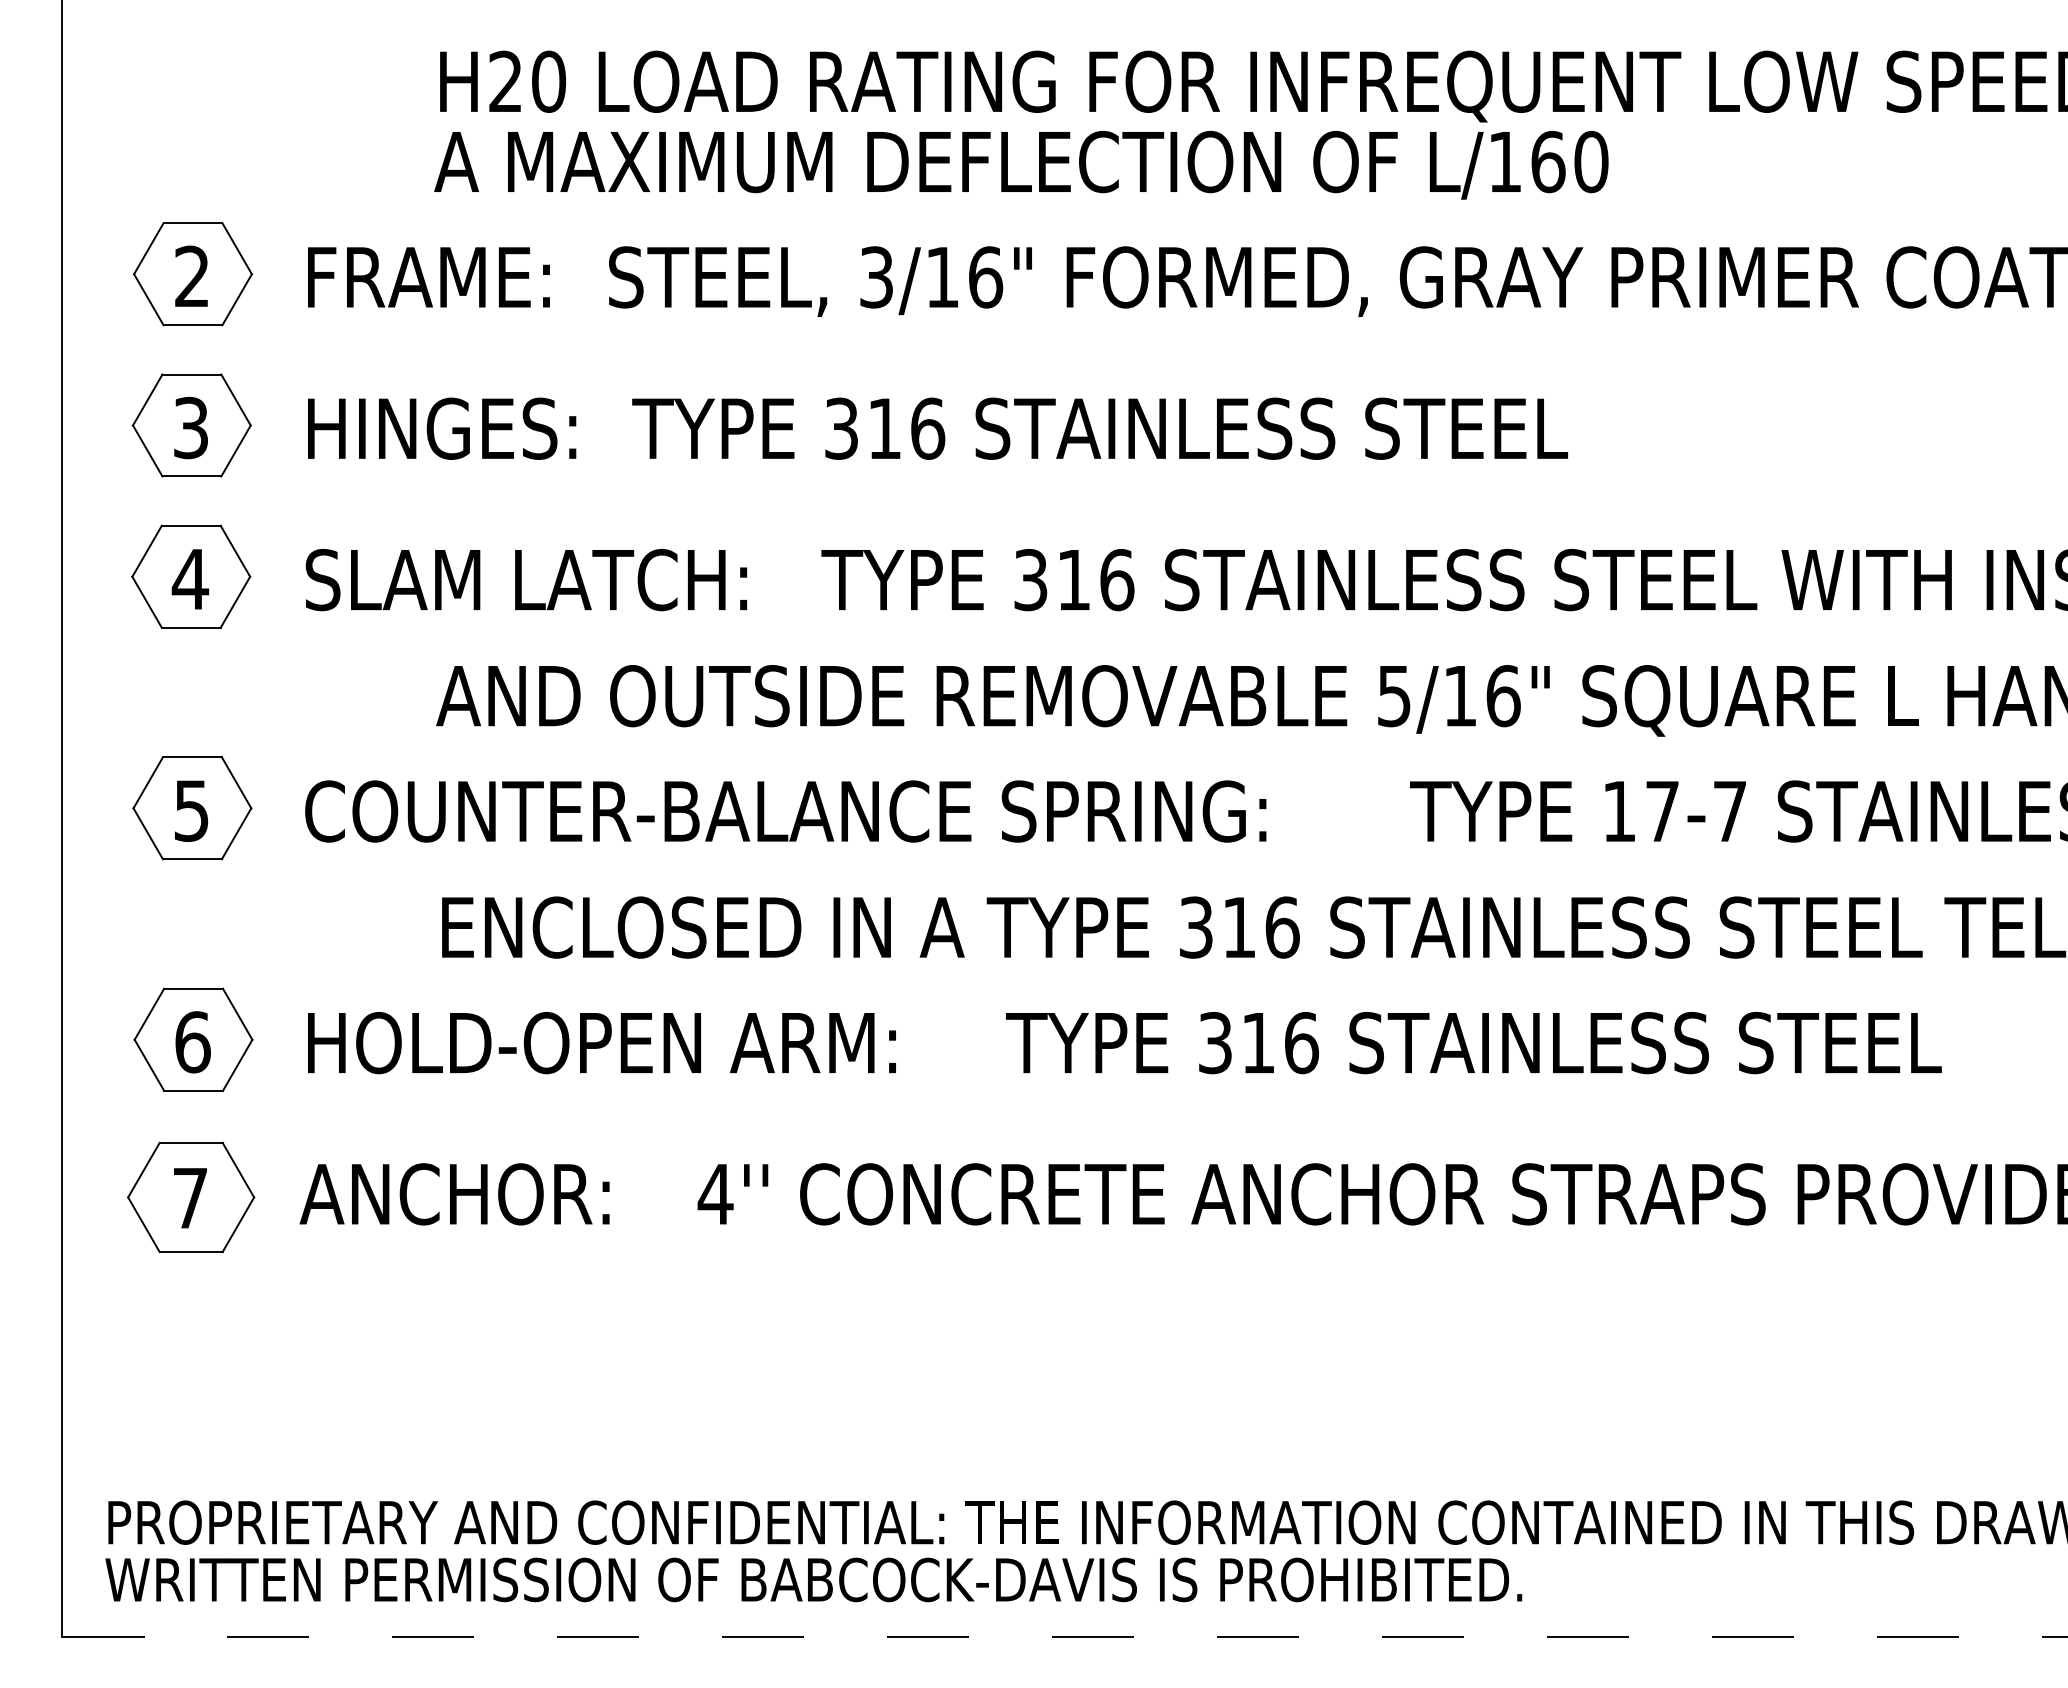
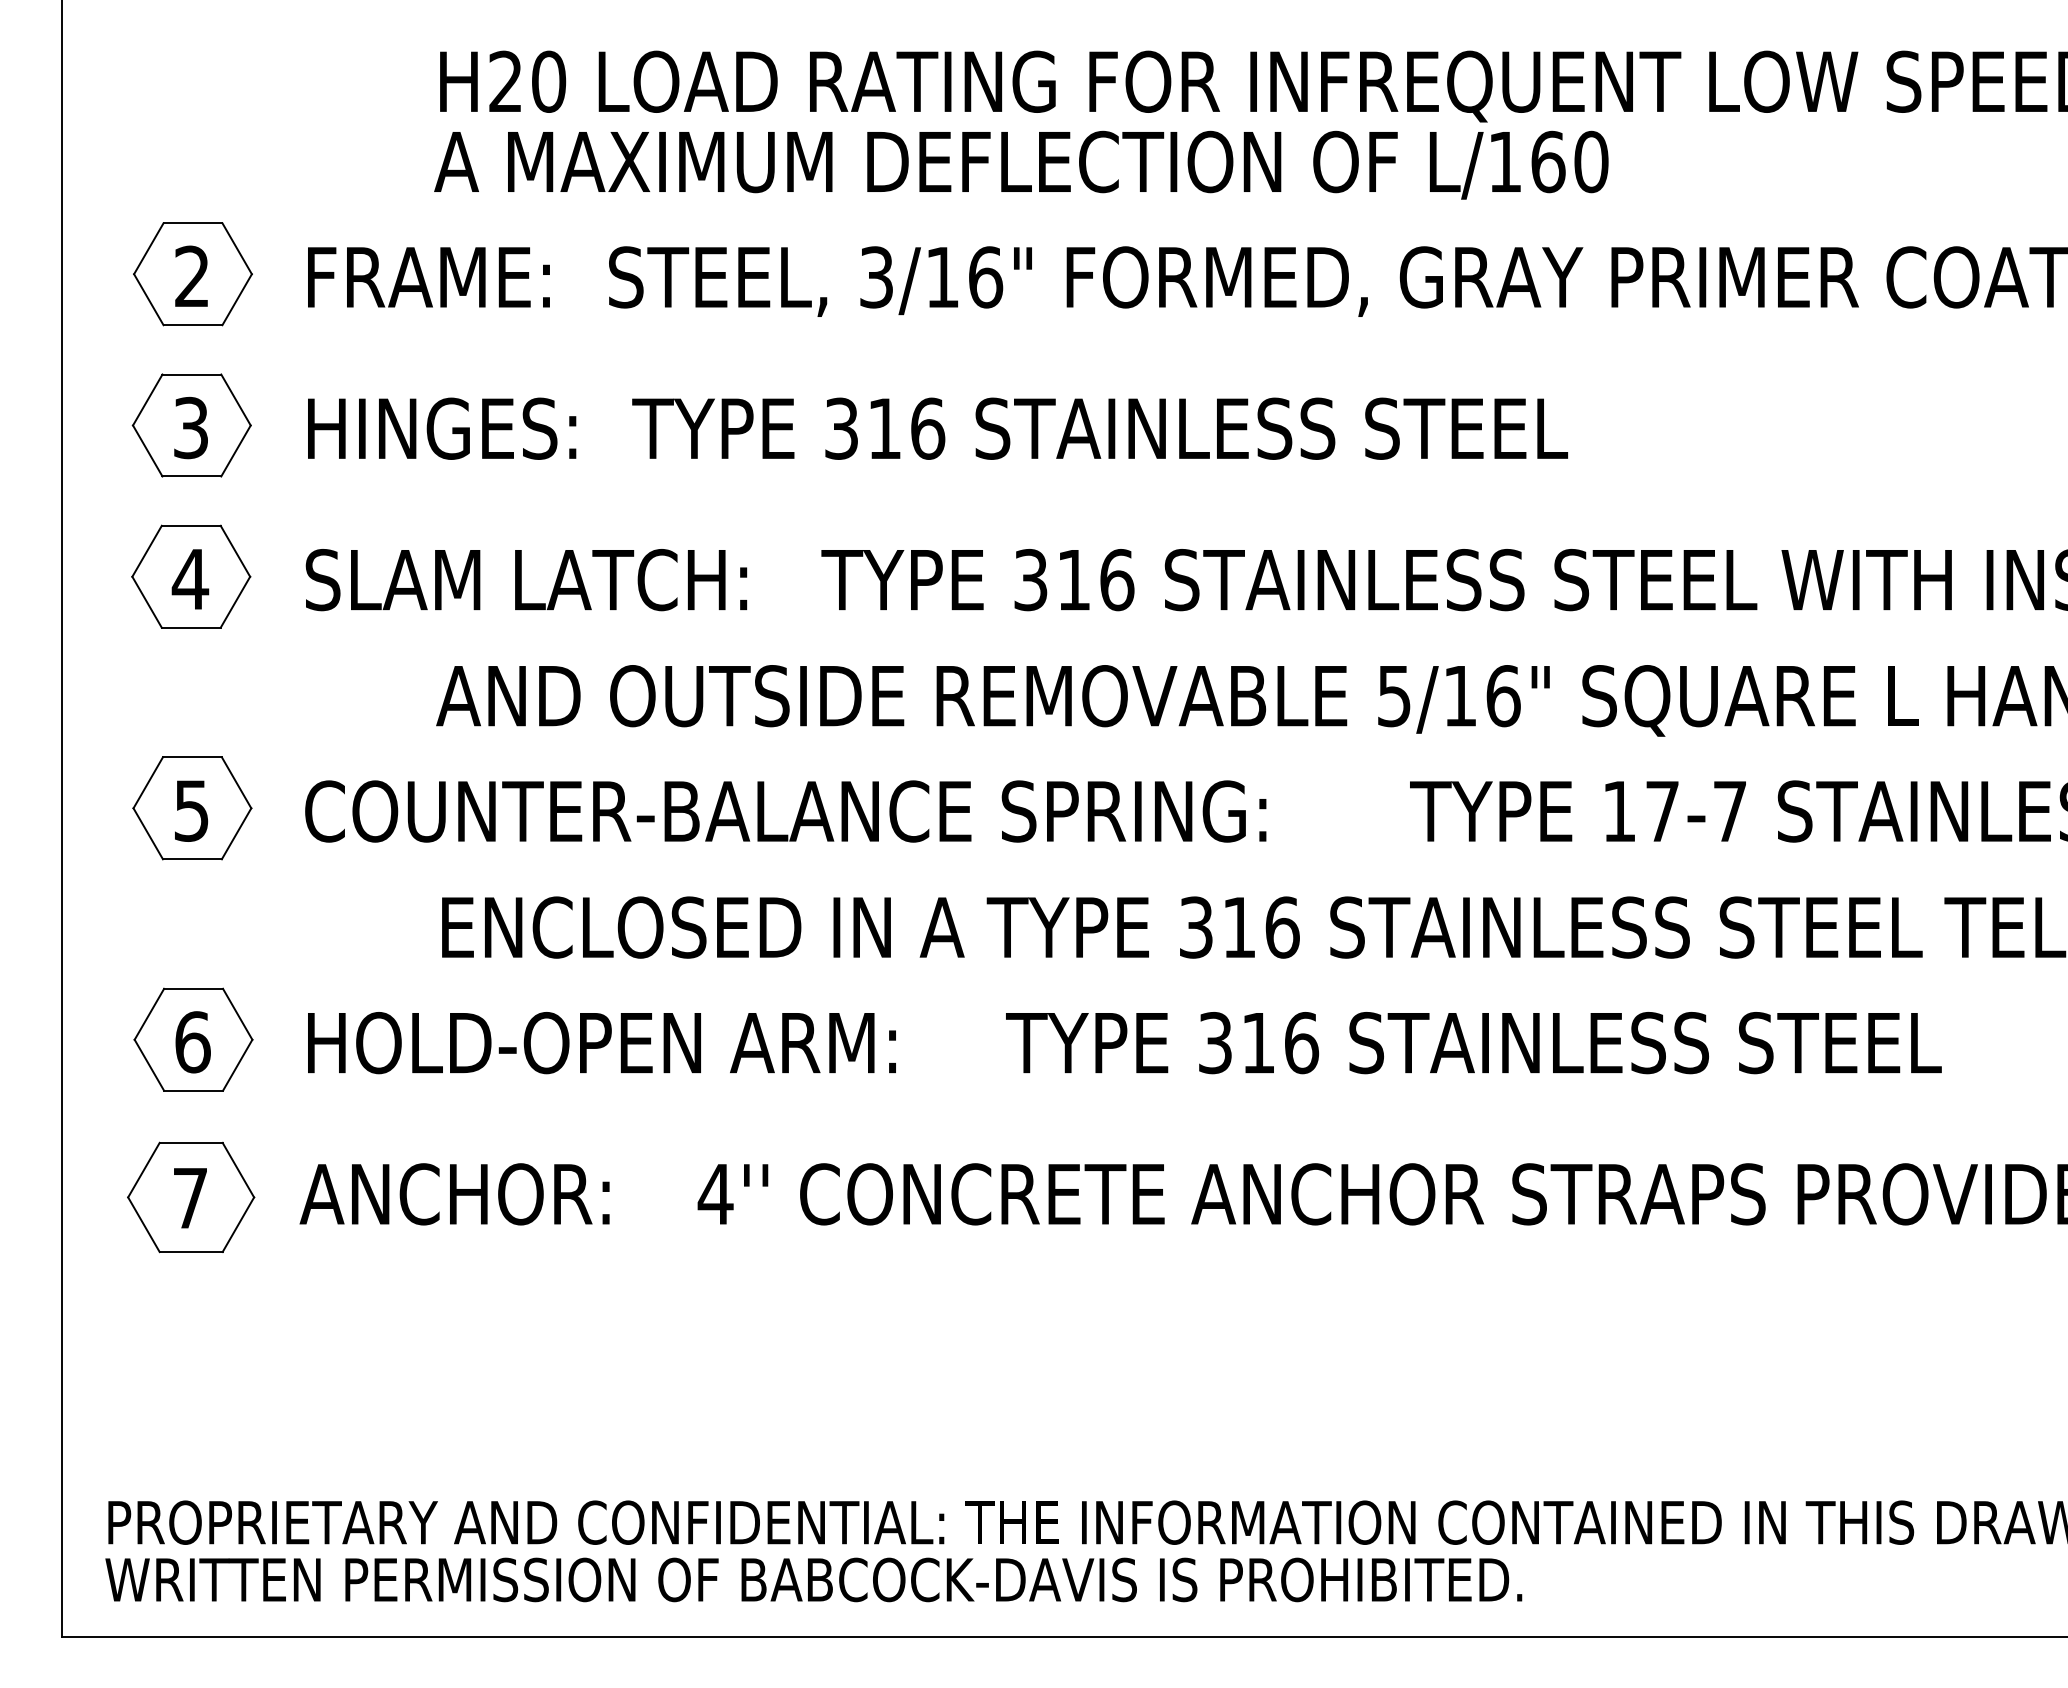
line at (1064, 1637): dashed -> solid
